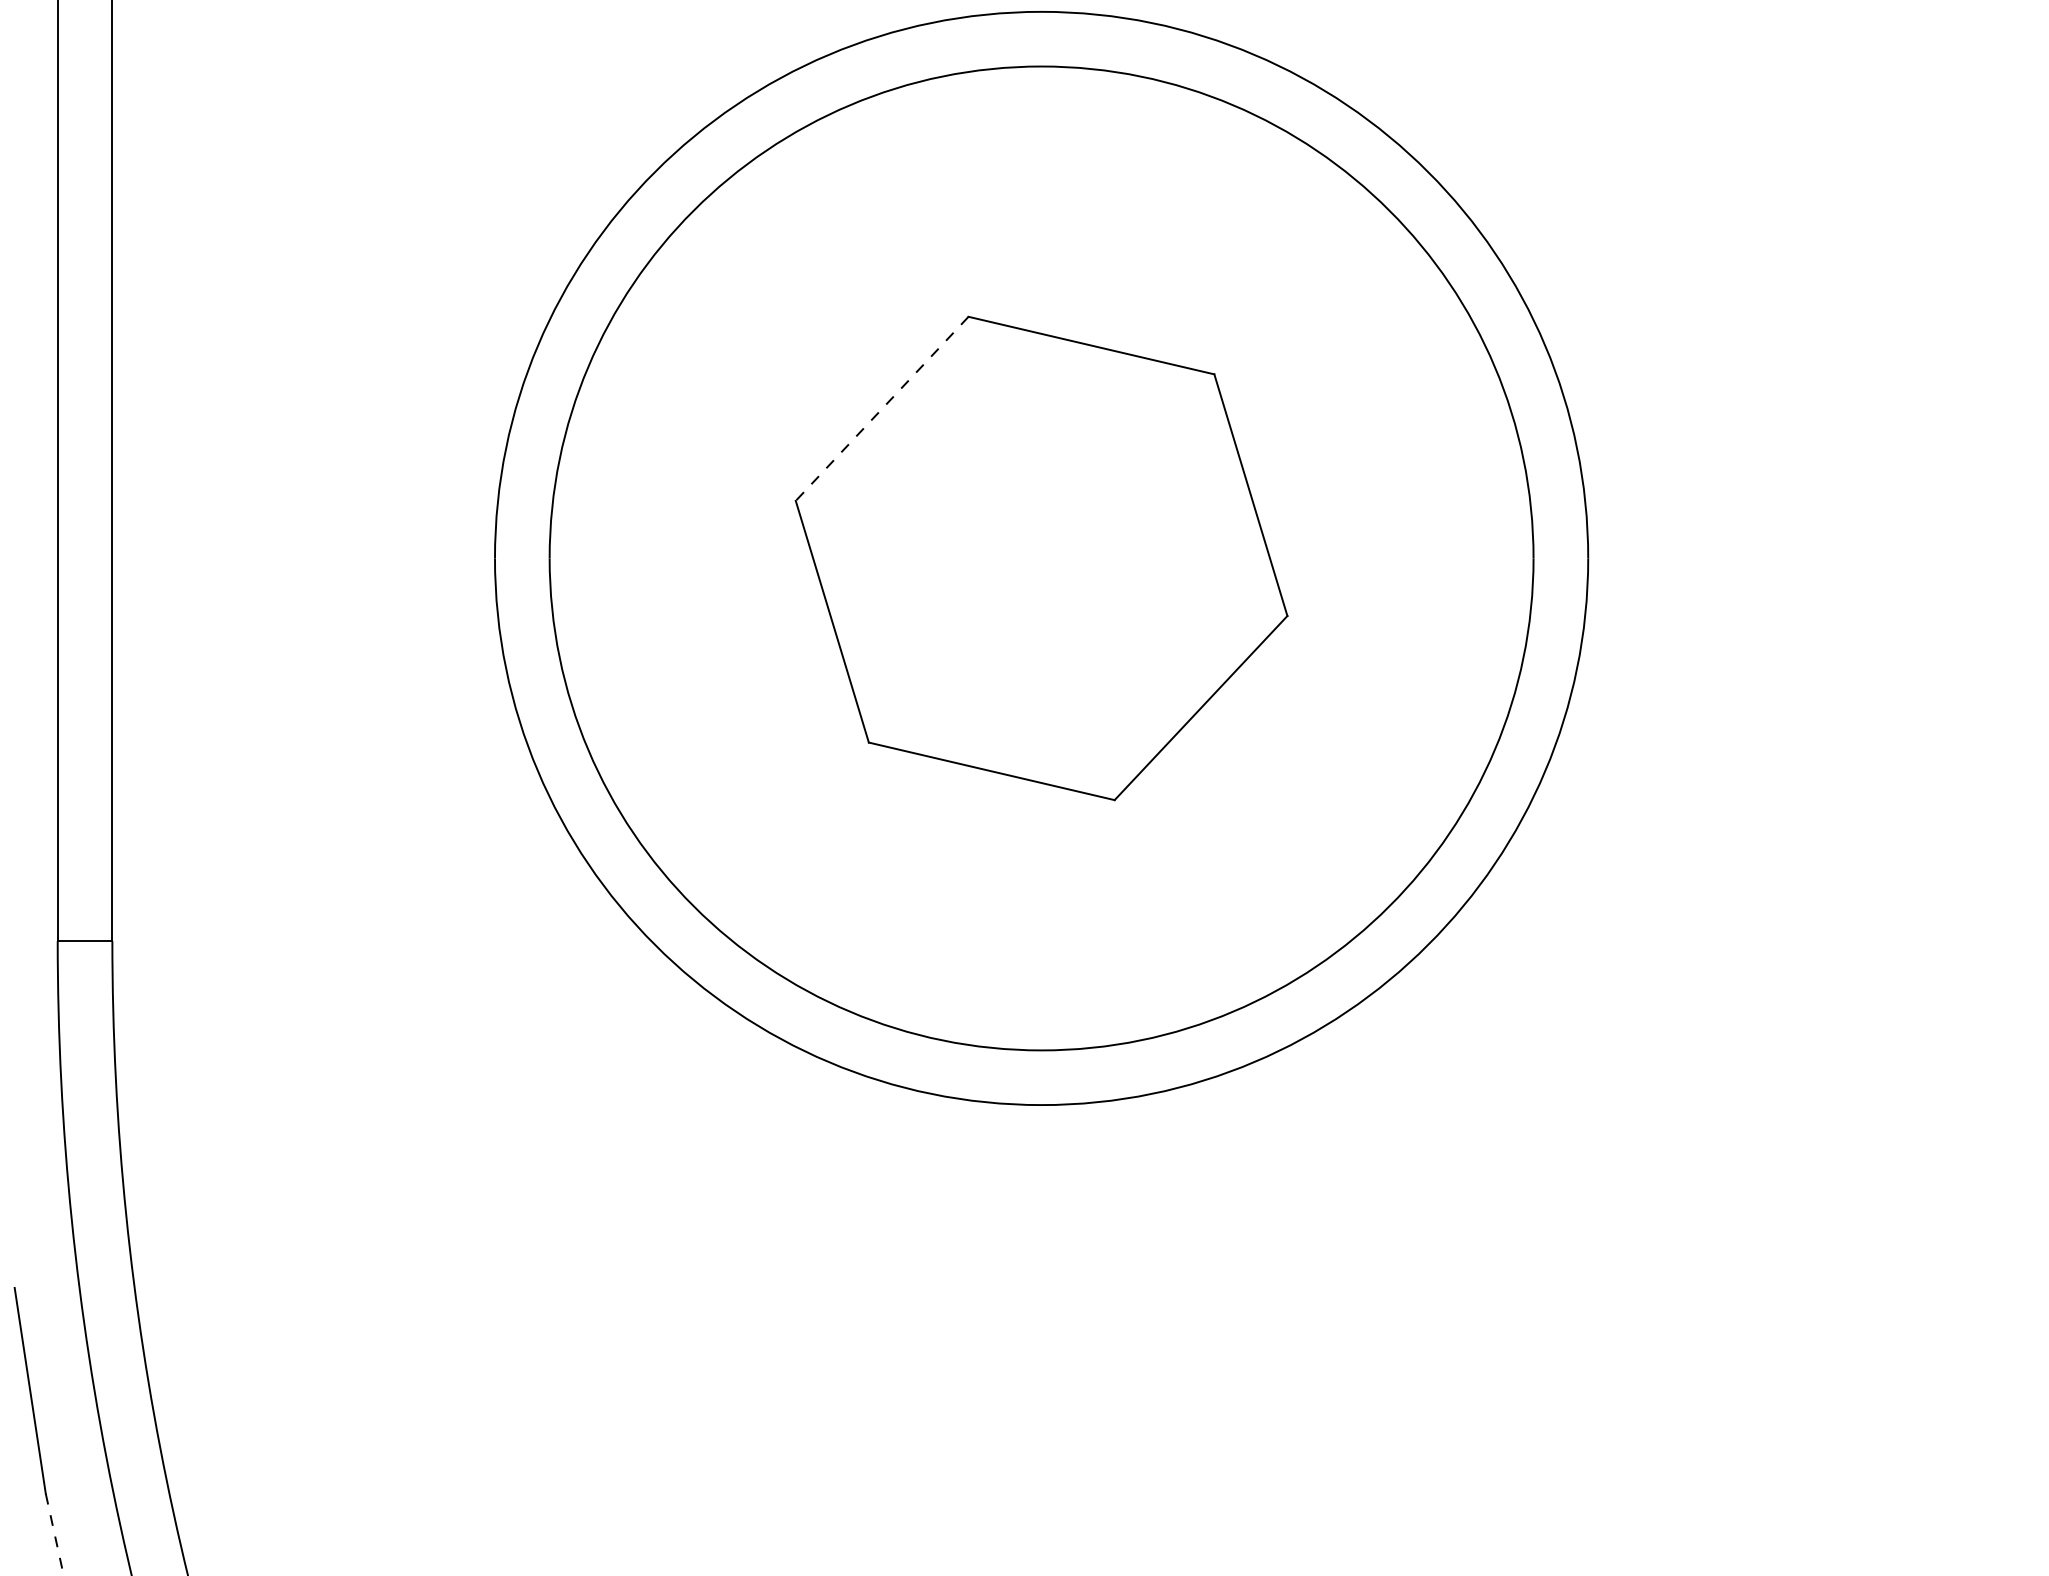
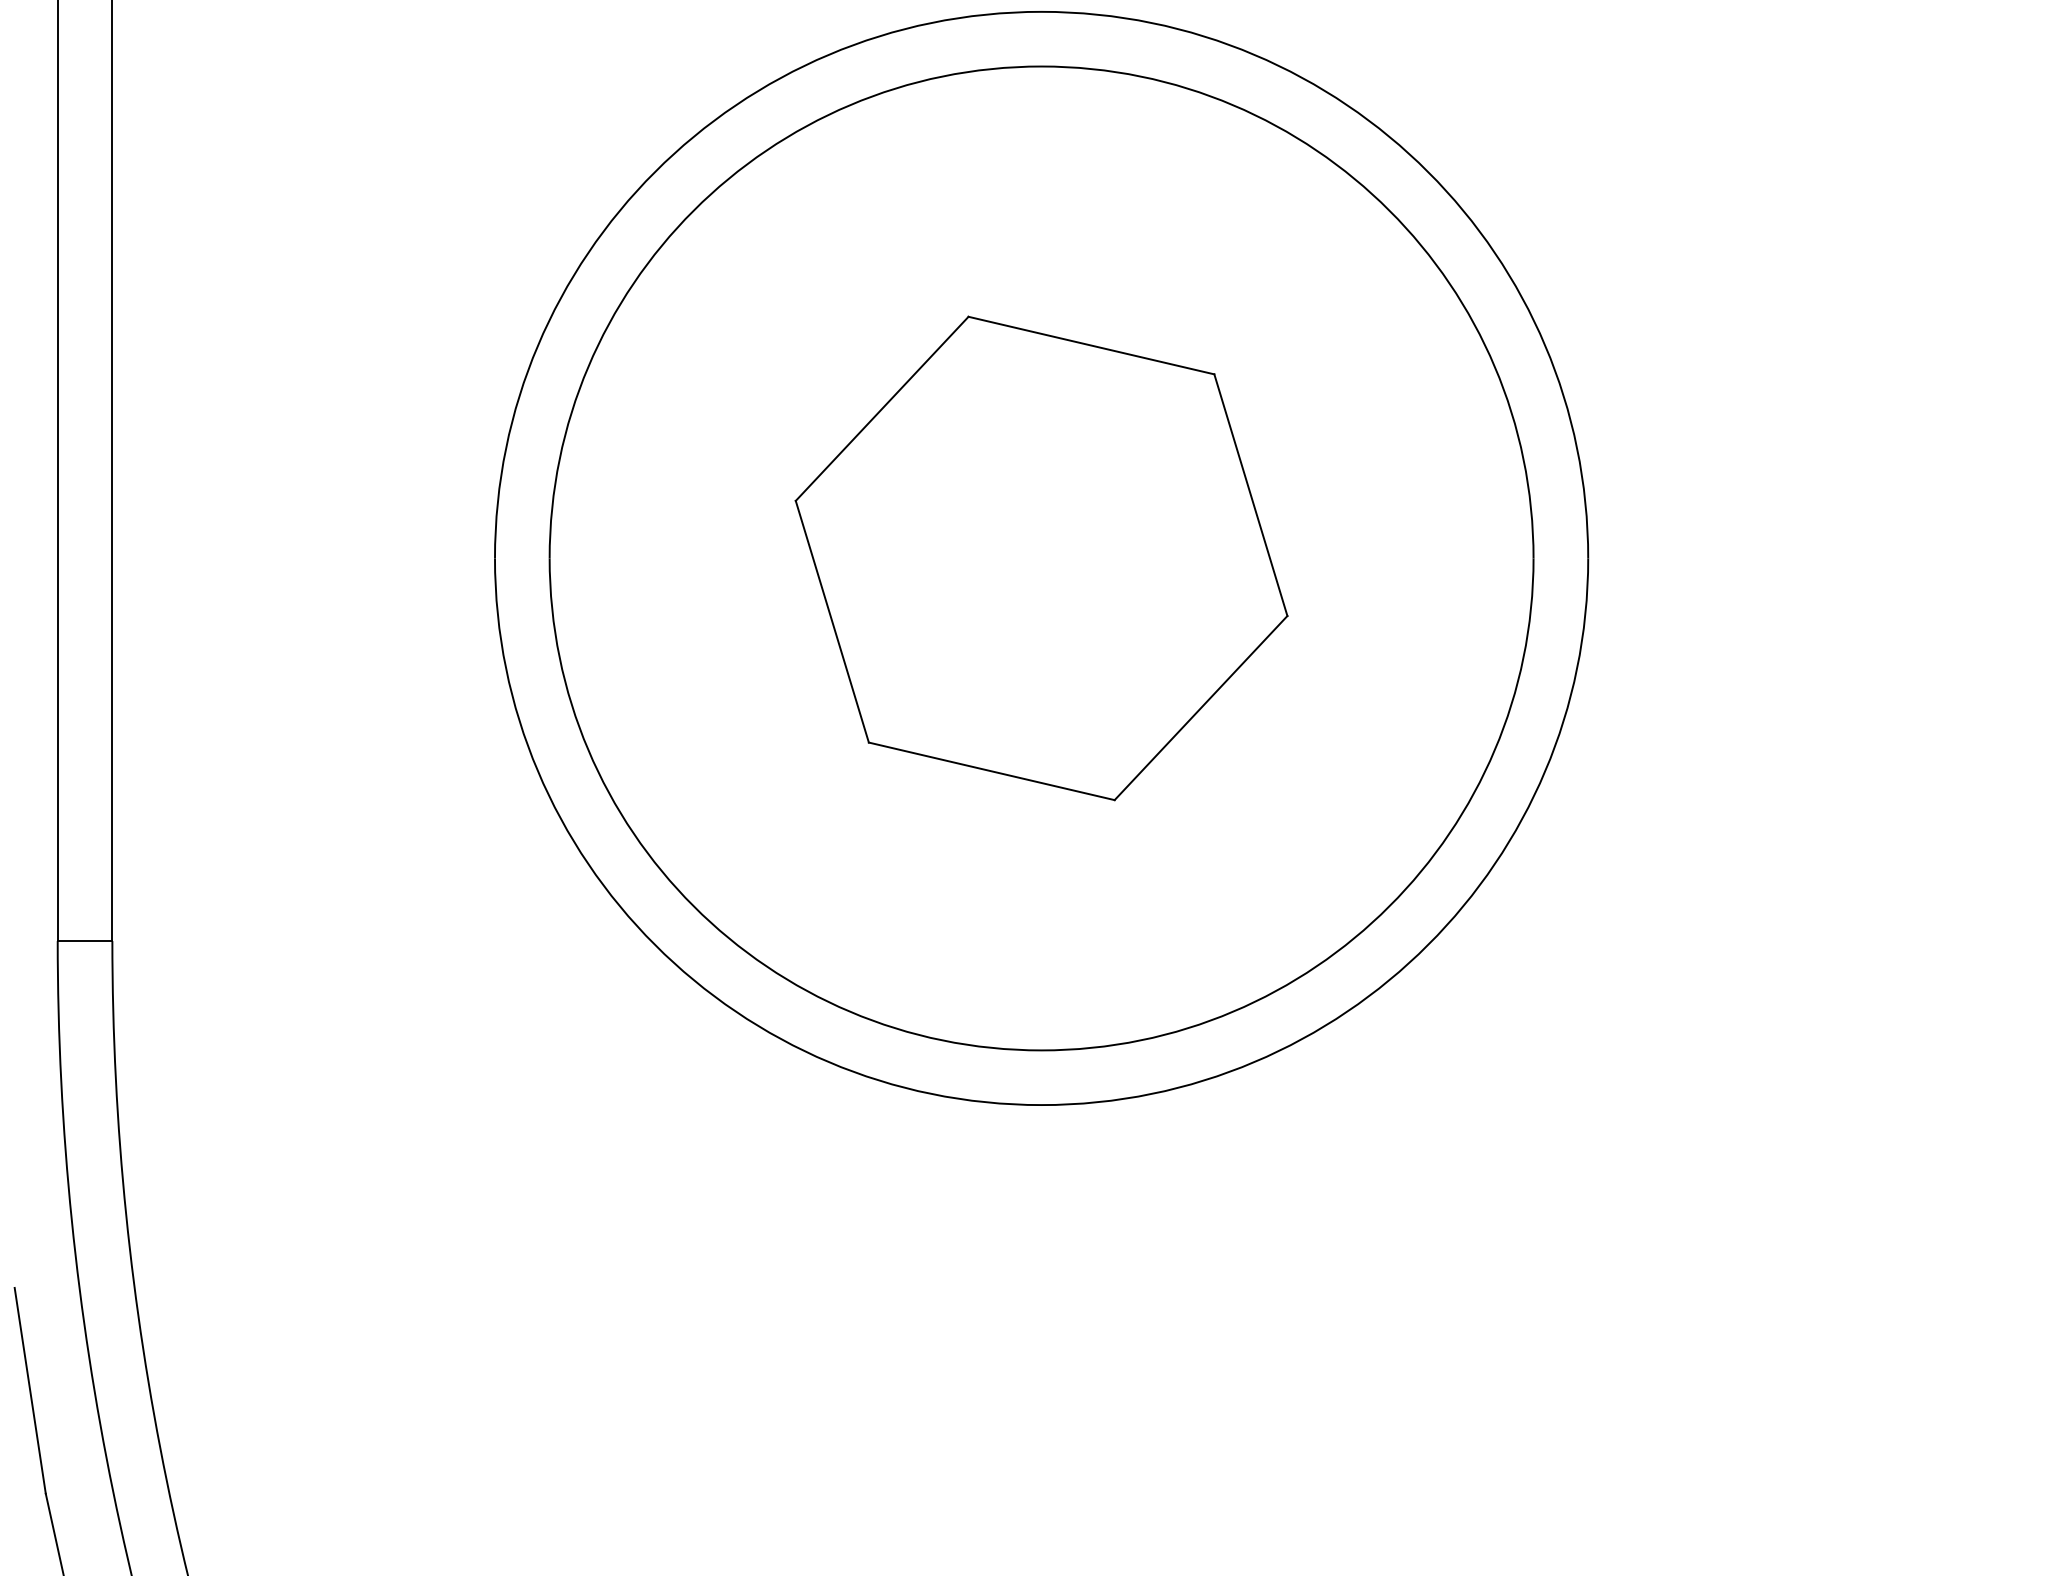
line at (881, 409): dashed -> solid
line at (54, 1534): dashed -> solid
